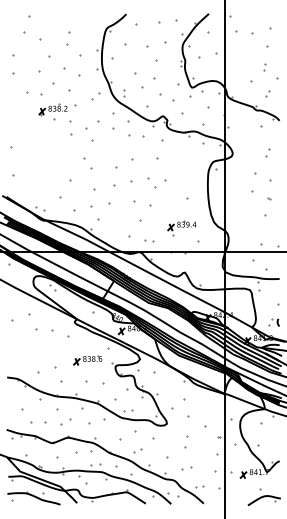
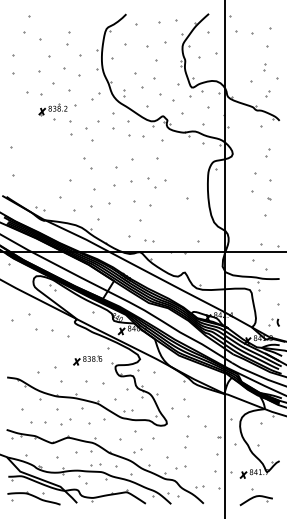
part at (181, 228): present -> none
part at (186, 468) position: (186, 468) -> (180, 467)
part at (263, 497) position: (263, 497) -> (255, 497)
